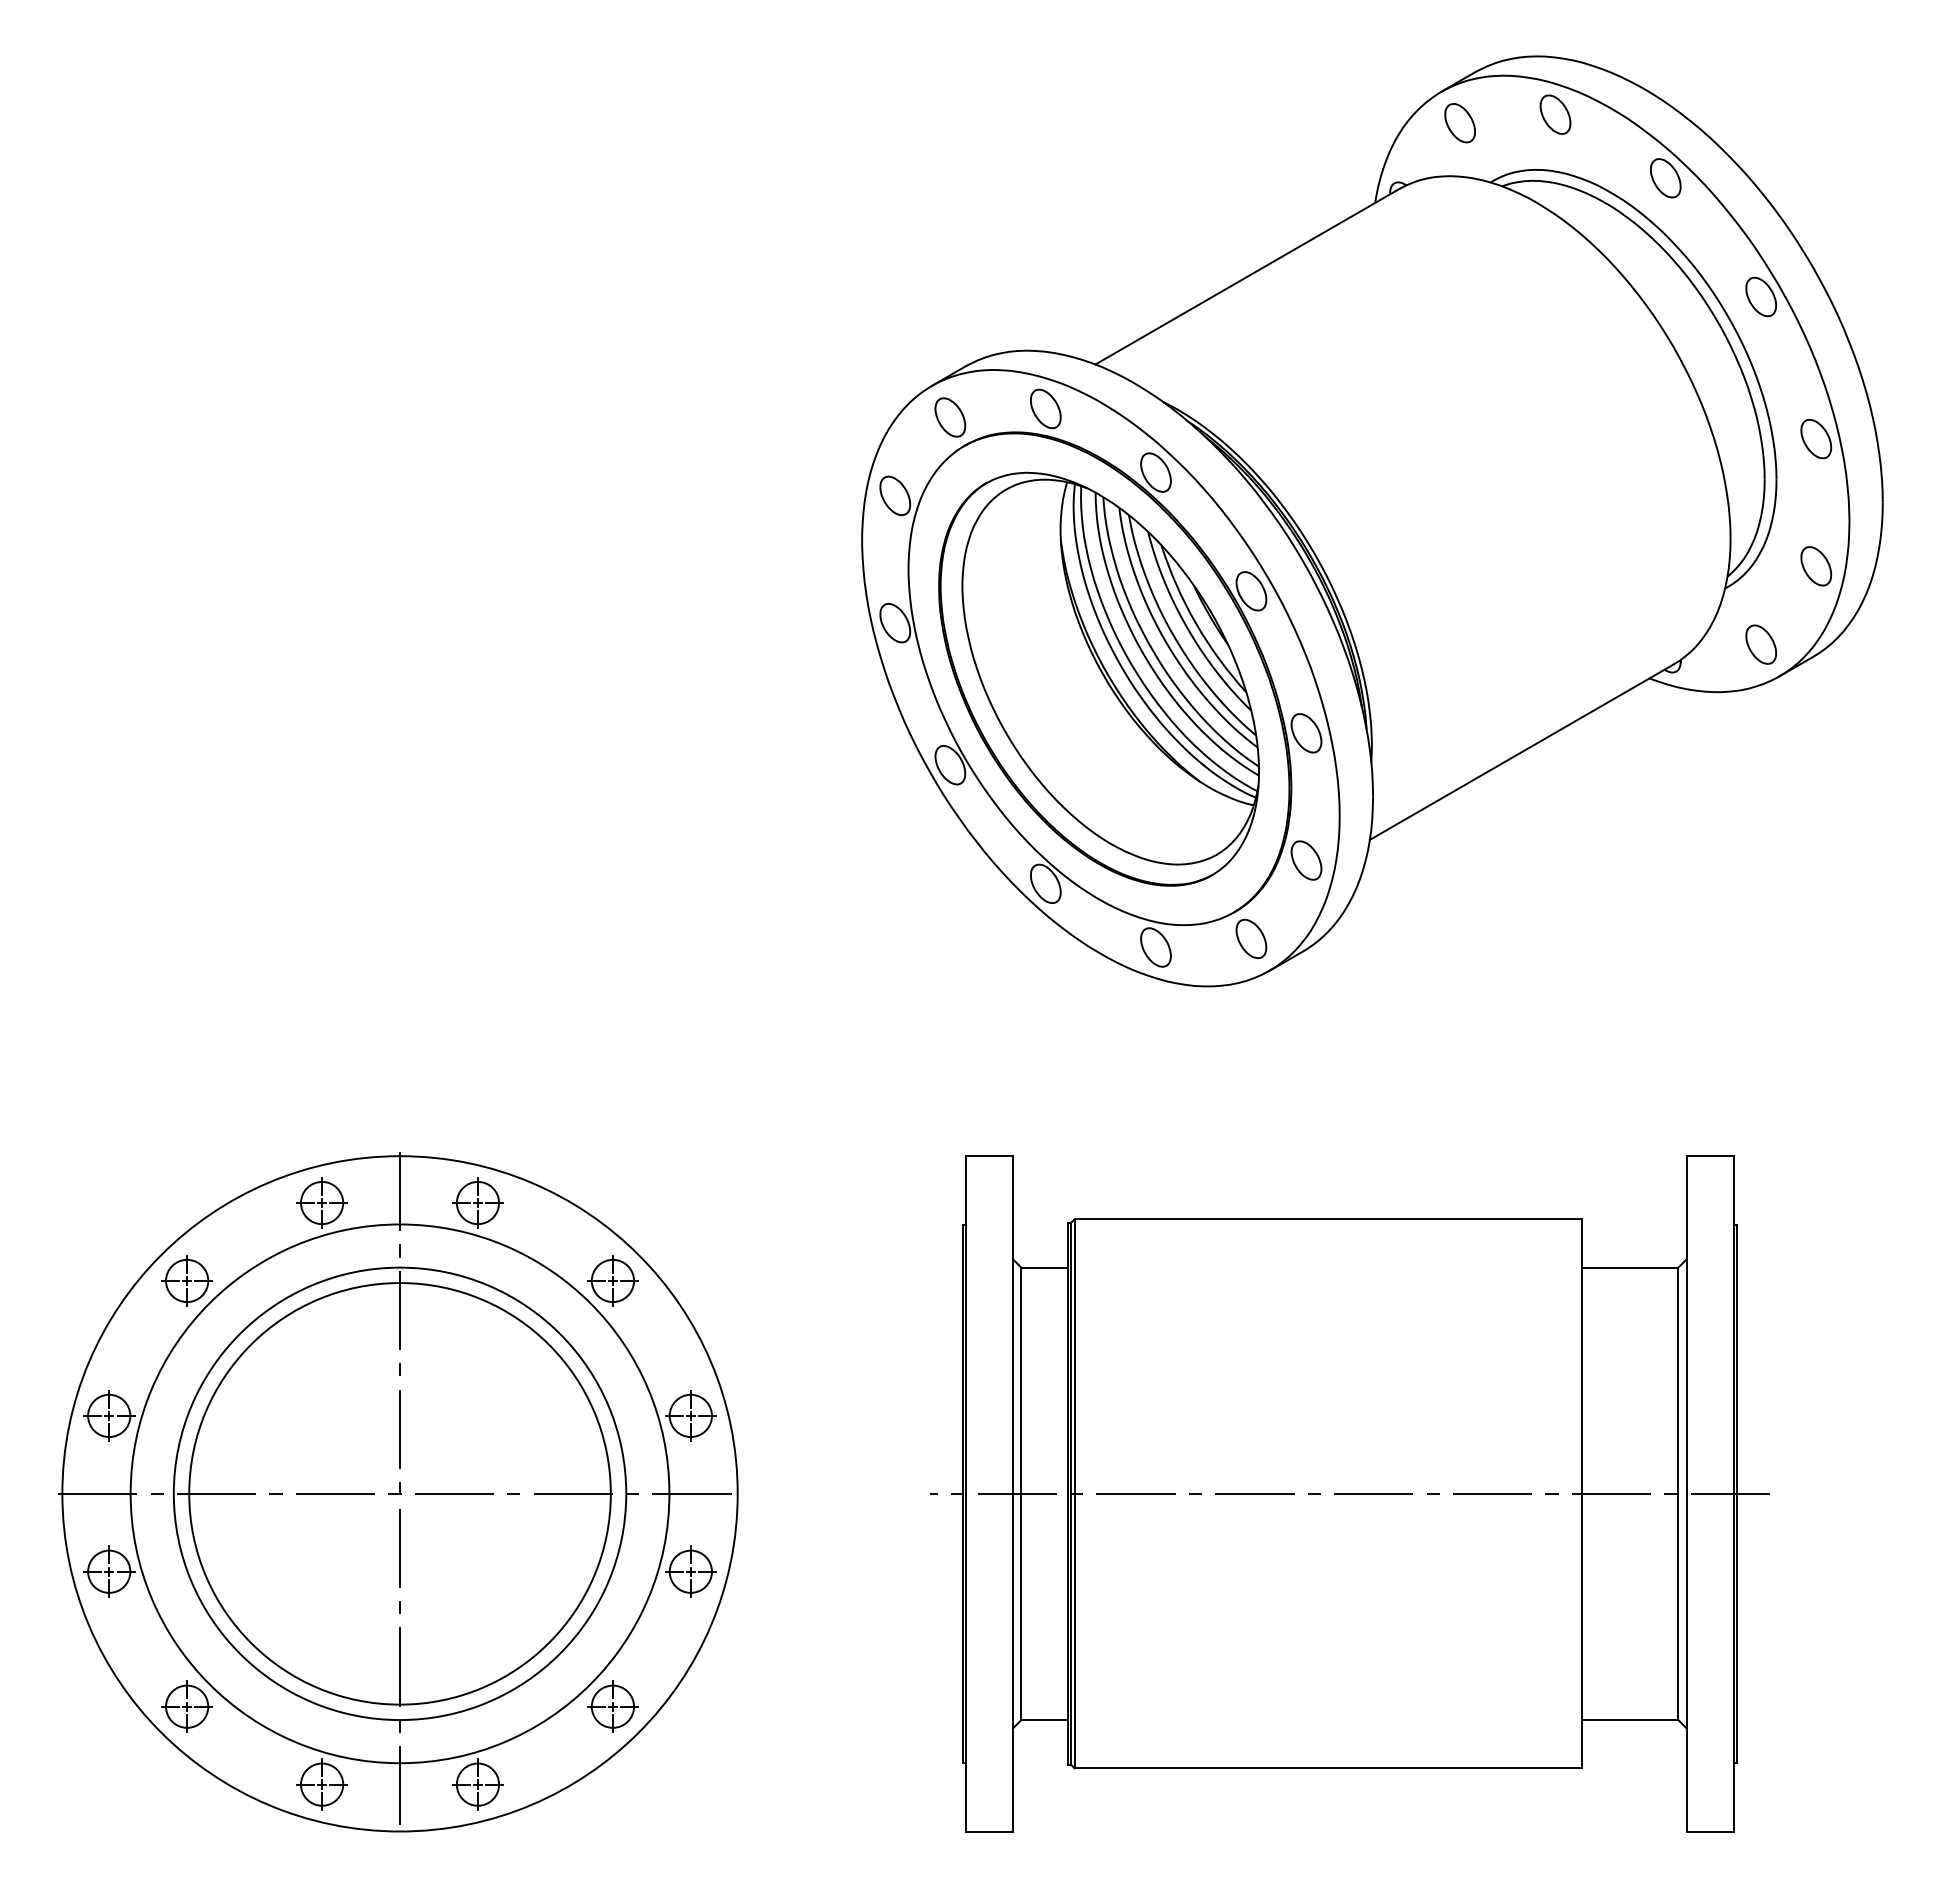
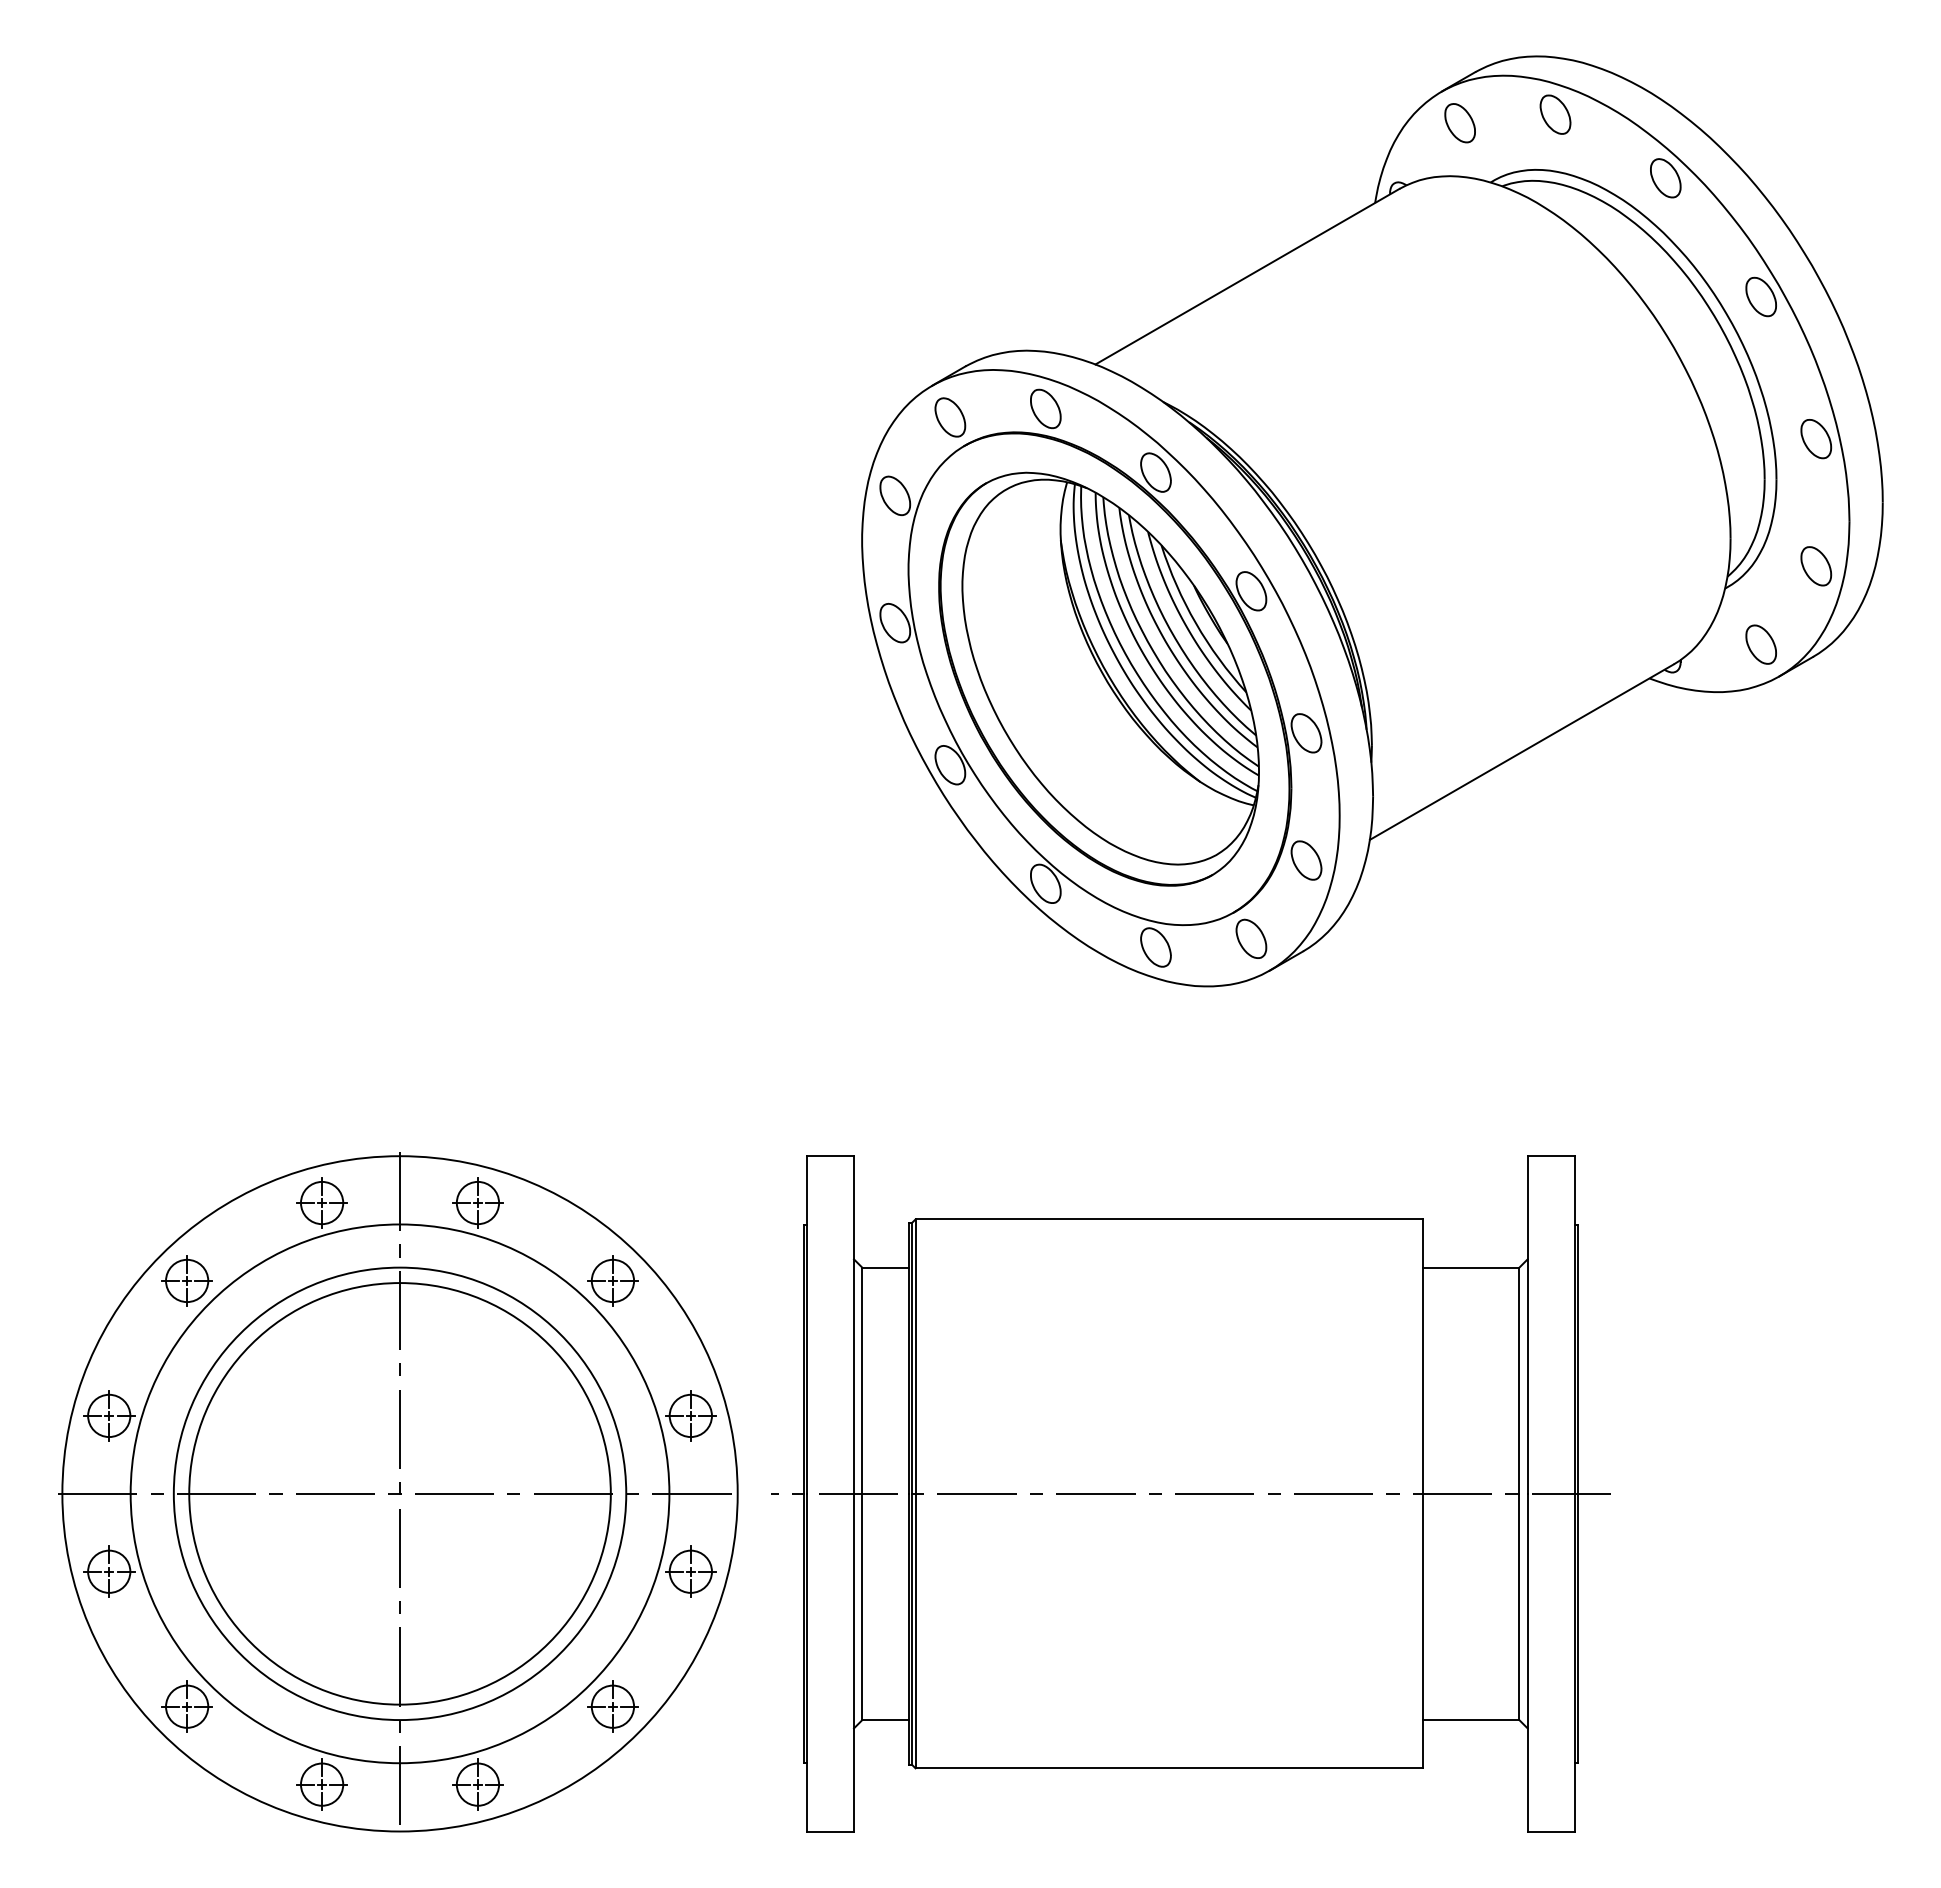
part at (1349, 1493) position: (1349, 1493) -> (1190, 1493)
